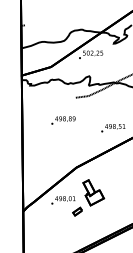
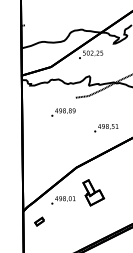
text at (63, 120) position: (63, 120) -> (63, 112)
text at (113, 128) position: (113, 128) -> (106, 128)
part at (77, 211) position: (77, 211) -> (39, 221)
